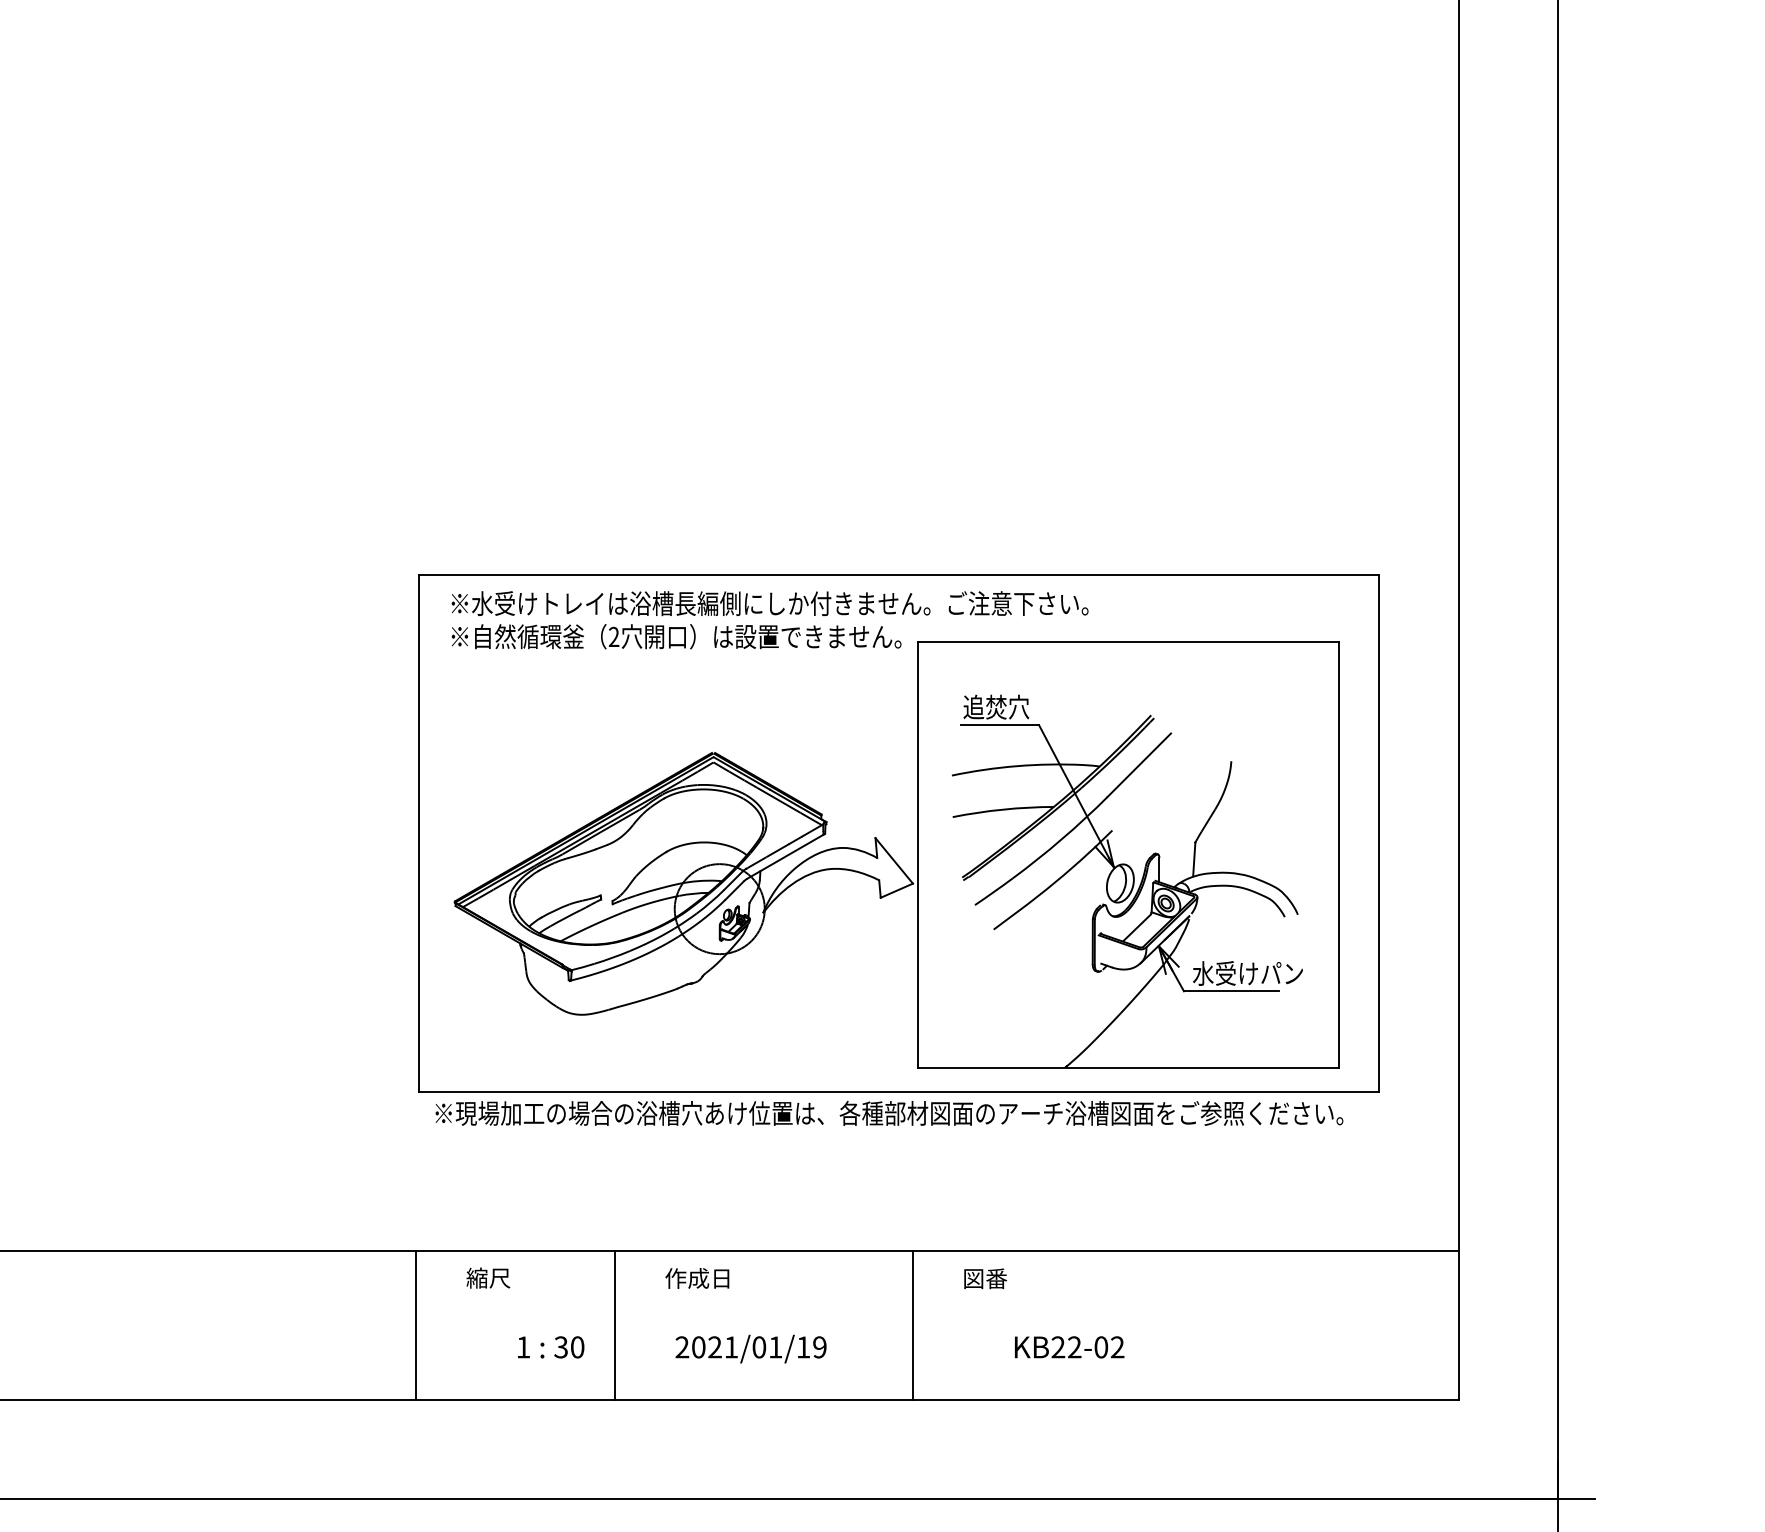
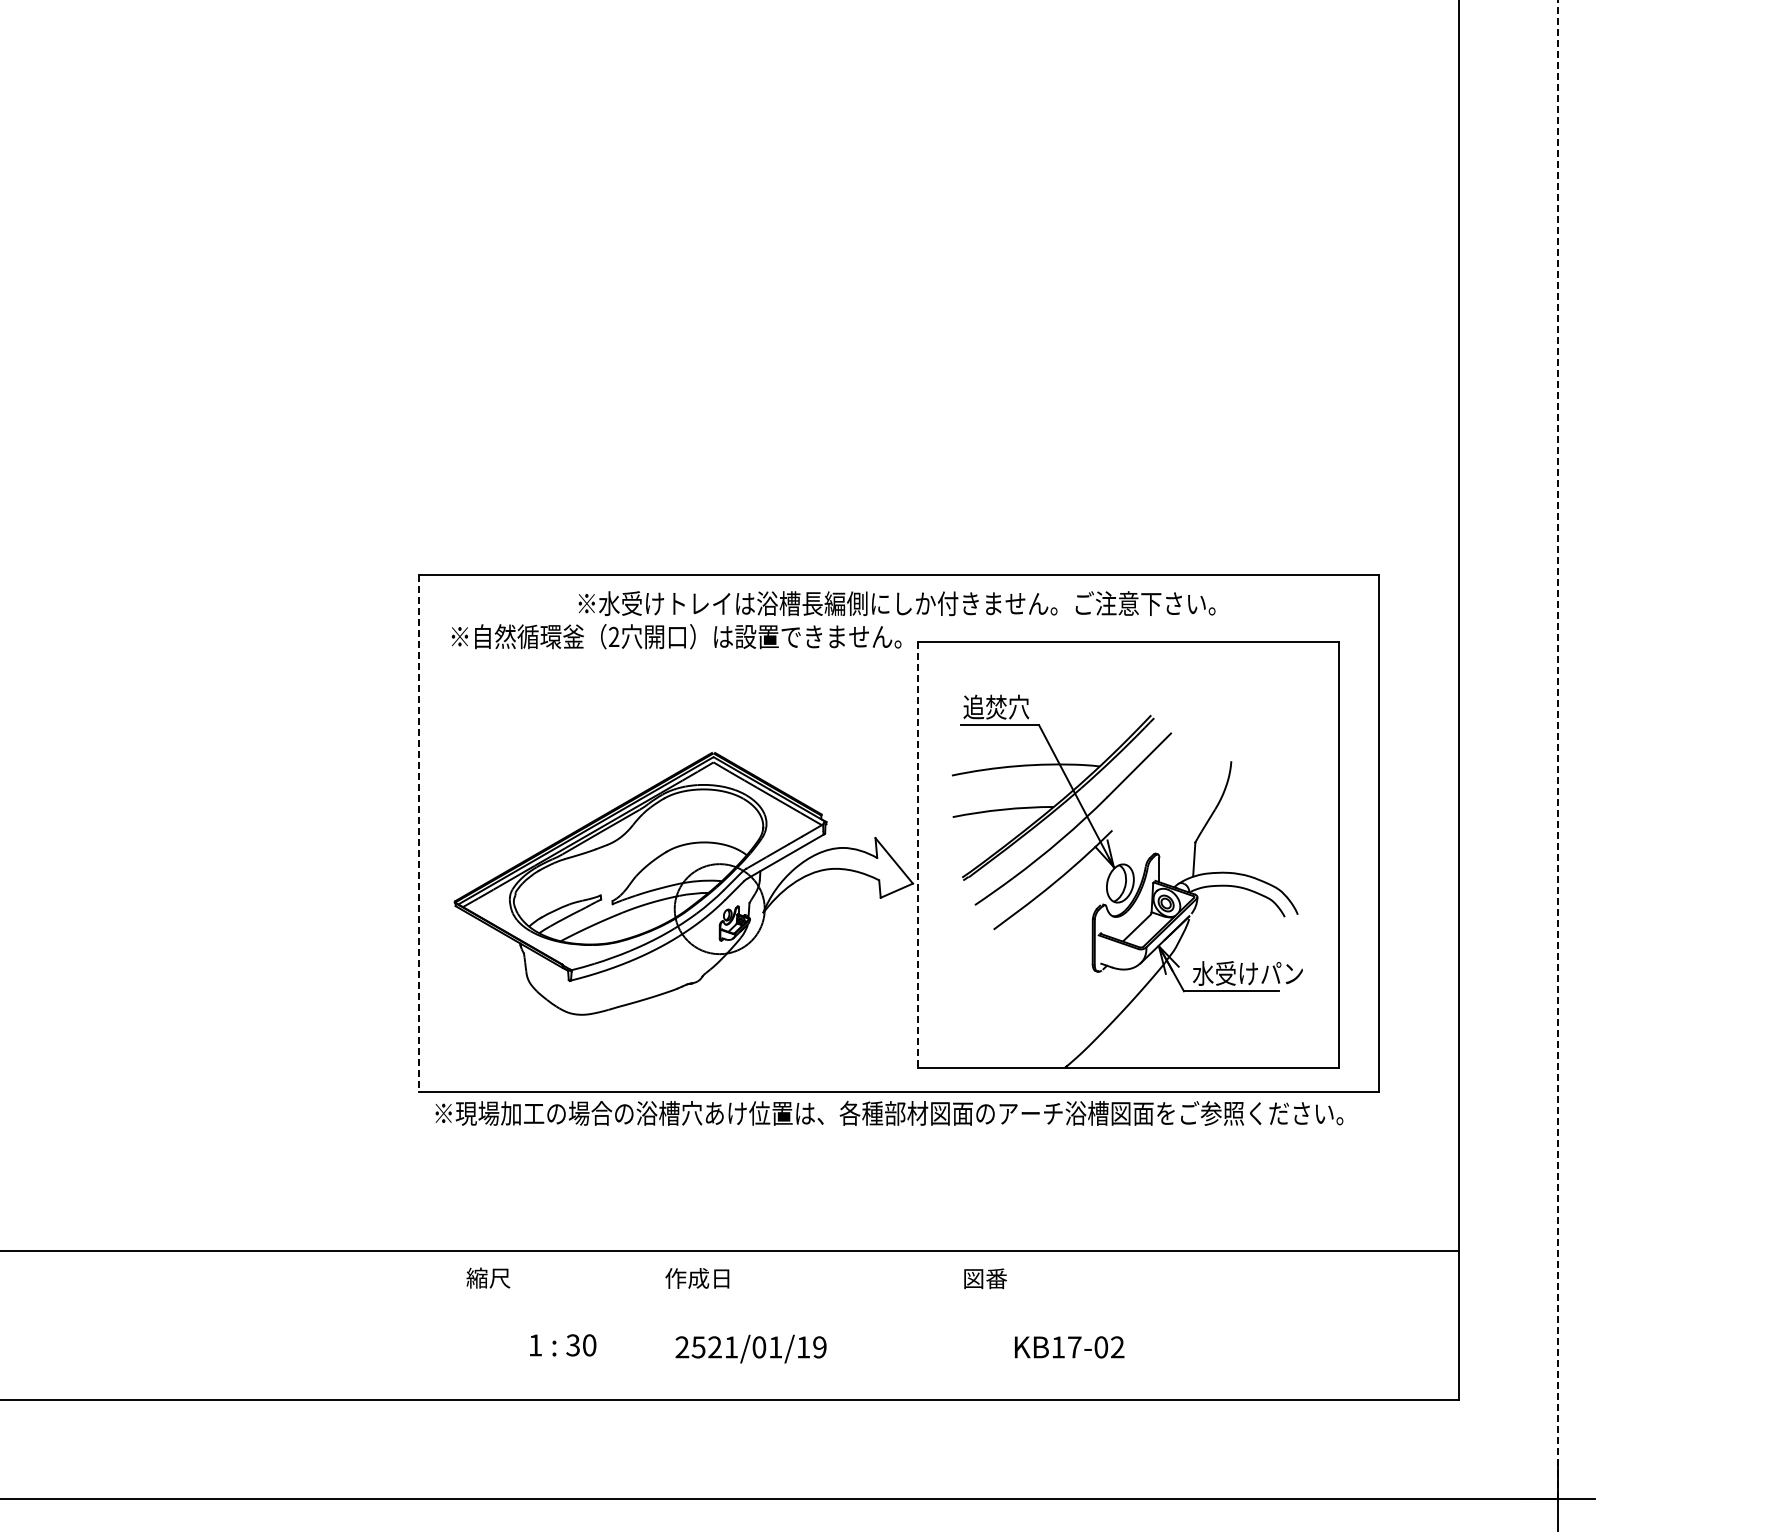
text at (769, 603) position: (769, 603) -> (896, 603)
line at (1558, 749): solid -> dashed
line at (419, 833): solid -> dashed
line at (917, 854): solid -> dashed
line at (416, 1324): present -> none
line at (614, 1324): present -> none
line at (912, 1324): present -> none
text at (551, 1347) position: (551, 1347) -> (563, 1345)
text at (698, 1347): 2021/01/19 -> 2521/01/19
text at (1066, 1347): KB22-02 -> KB17-02
